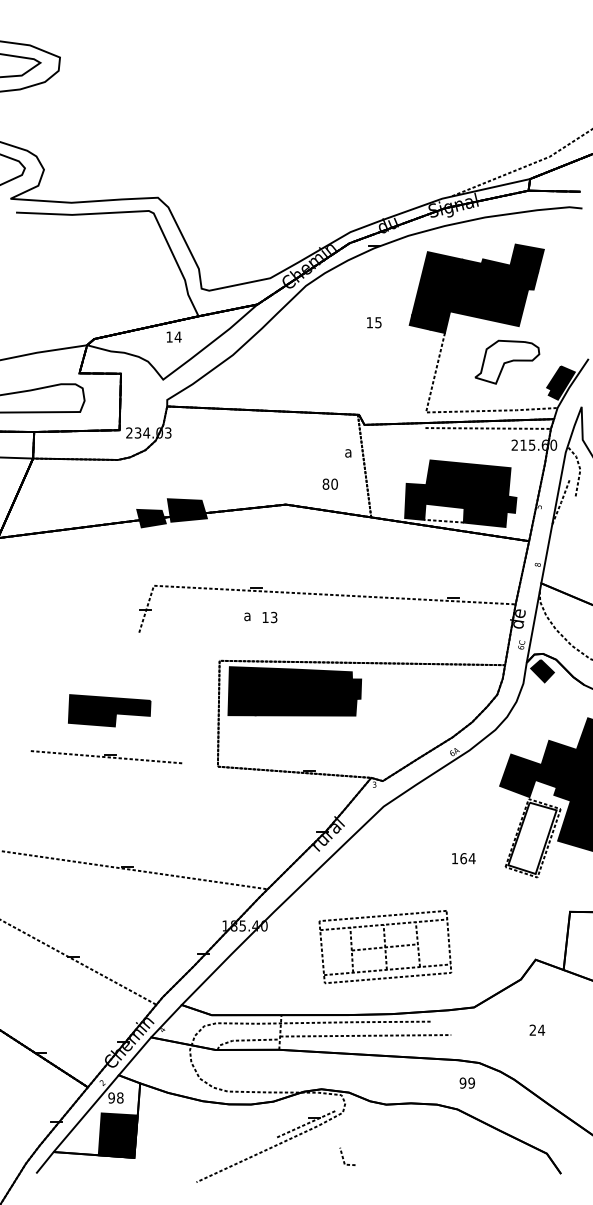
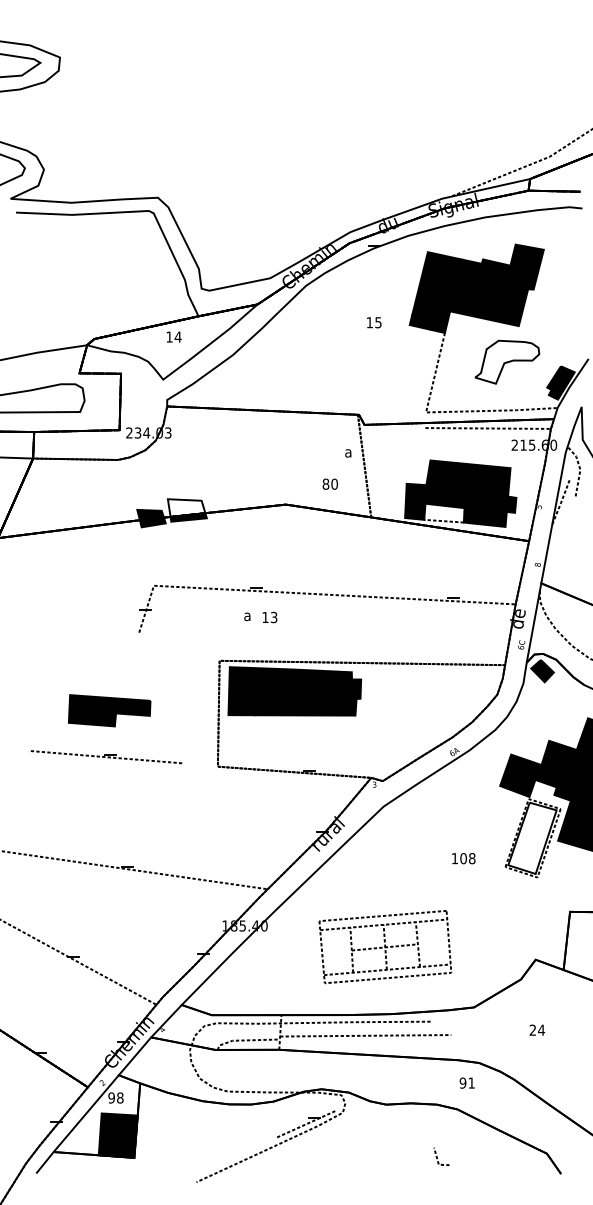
fill at (186, 507): present -> none
text at (467, 858): 164 -> 108
text at (471, 1082): 99 -> 91
line at (343, 1156) position: (343, 1156) -> (437, 1156)
